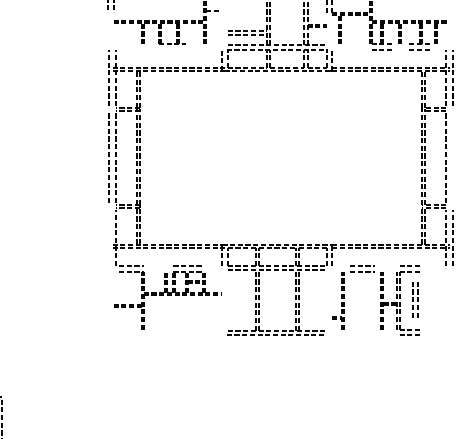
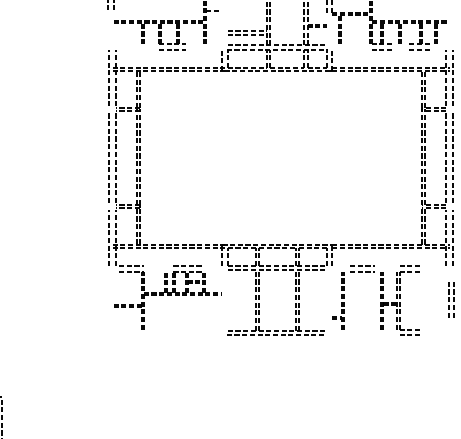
line at (171, 49): none -> present
line at (452, 157): none -> present
line at (109, 237): none -> present
part at (415, 299) position: (415, 299) -> (451, 299)
